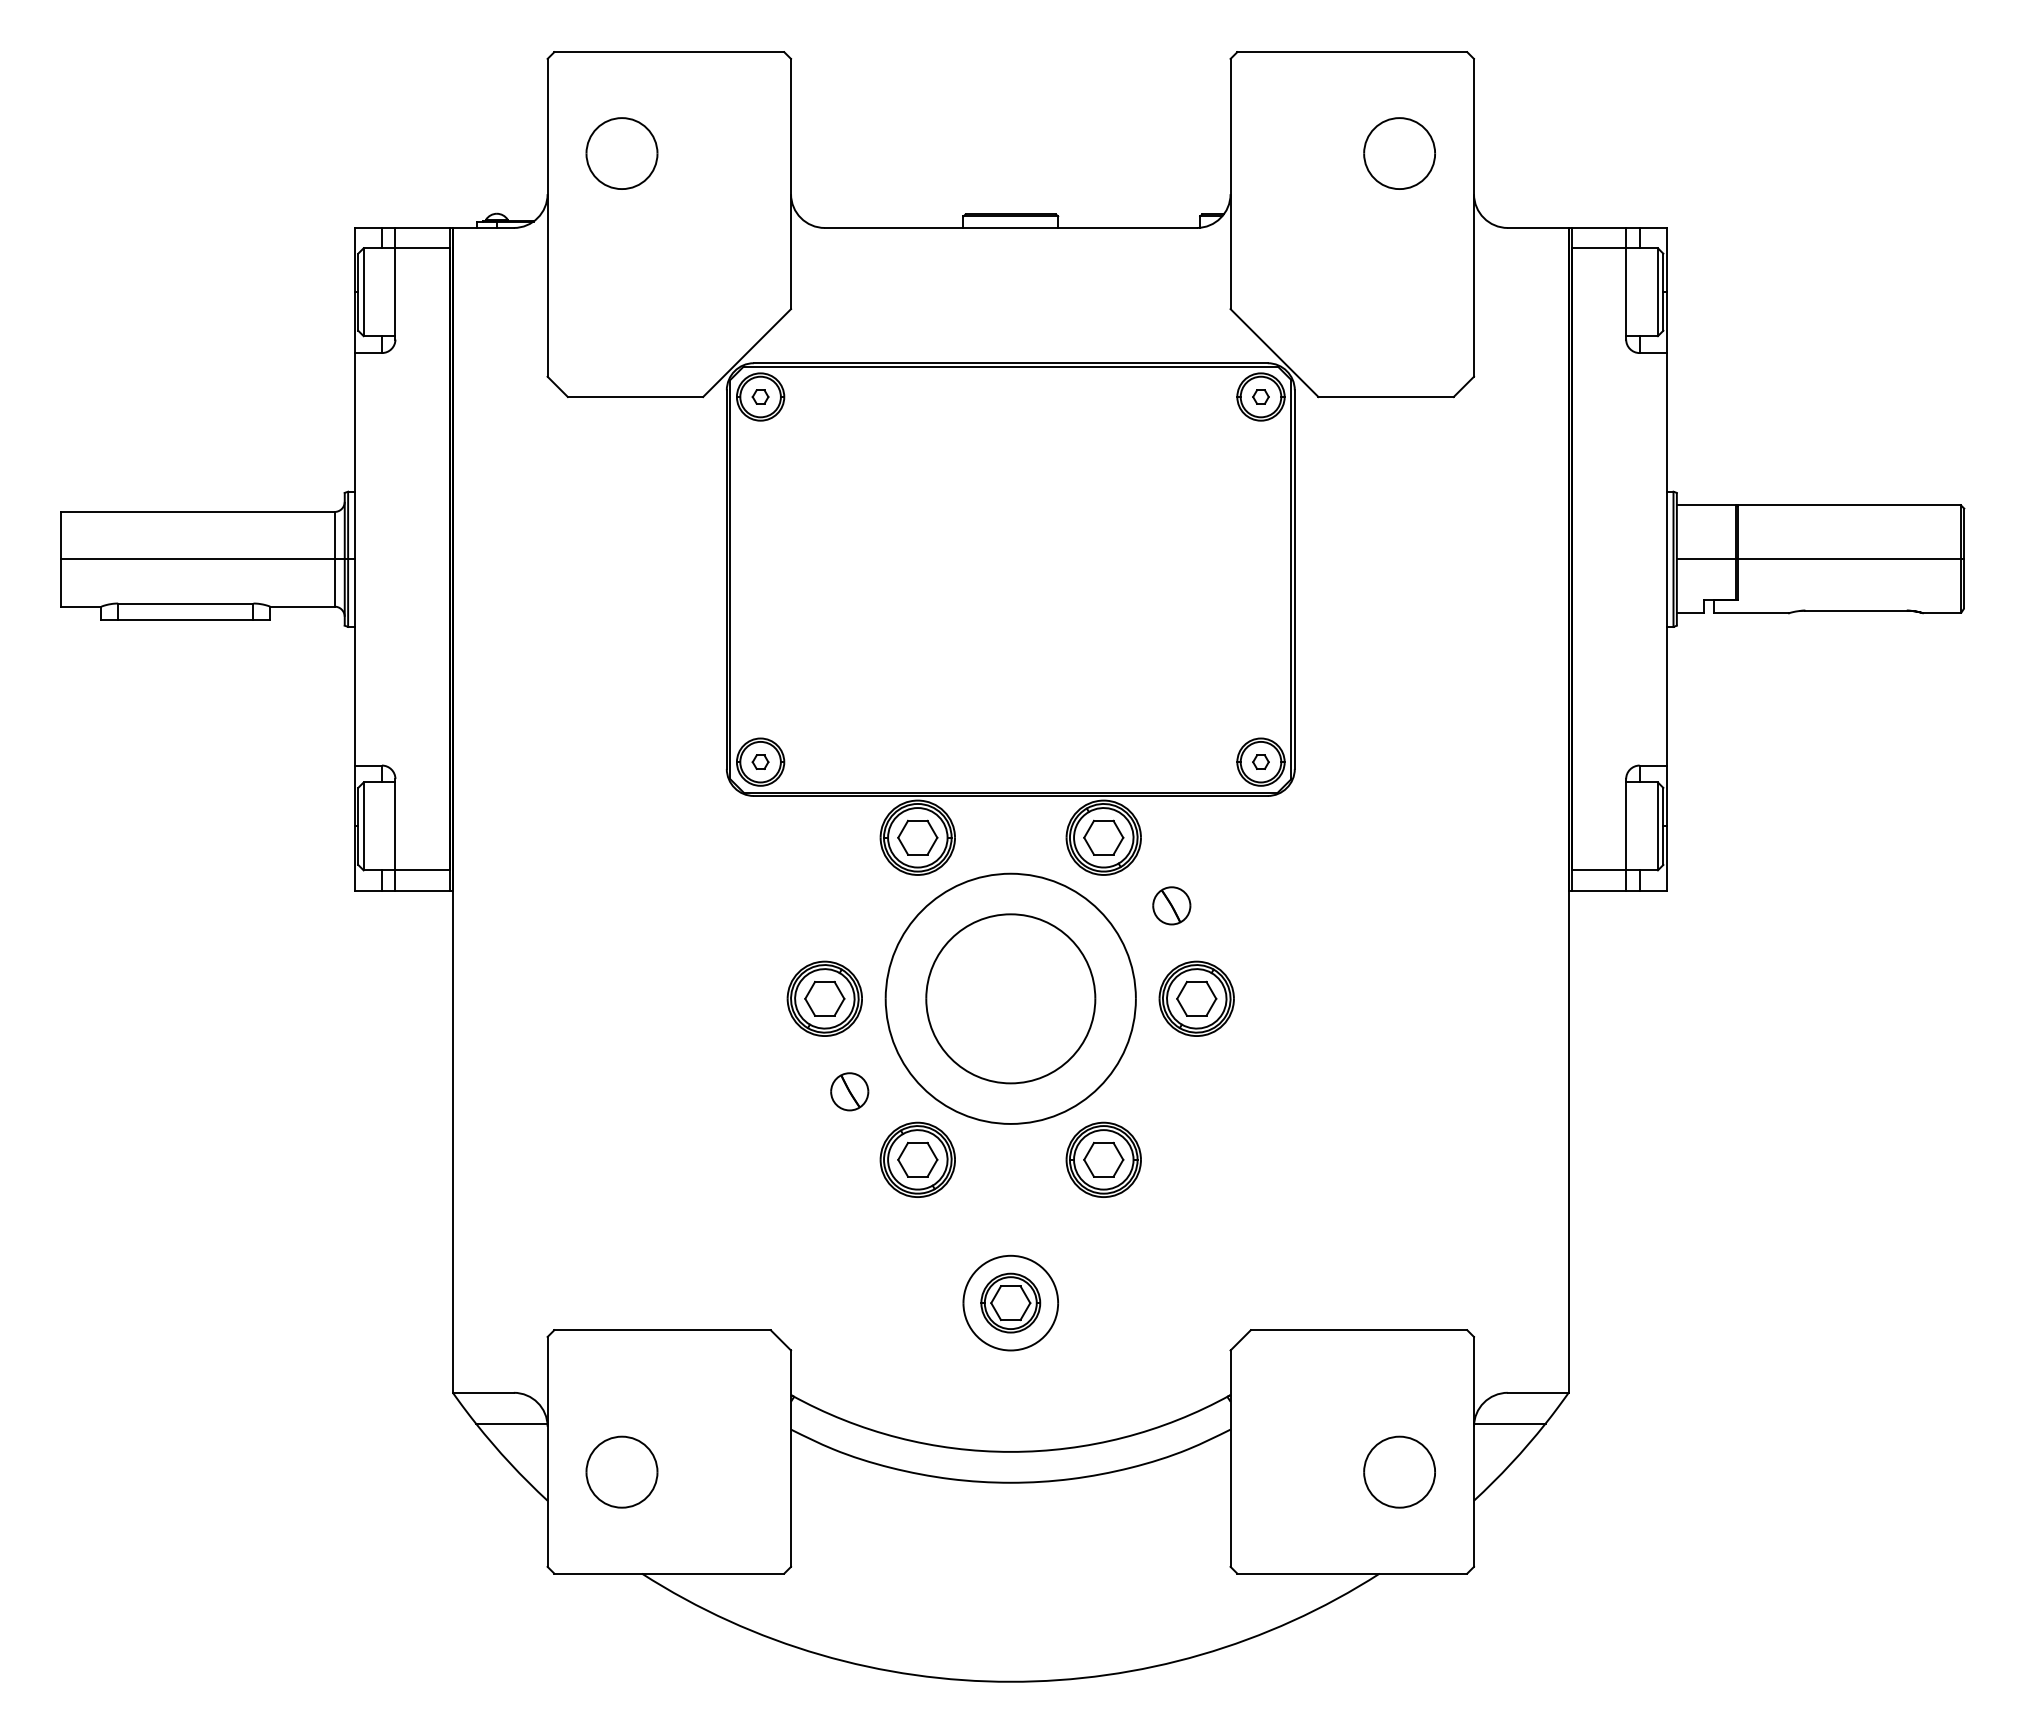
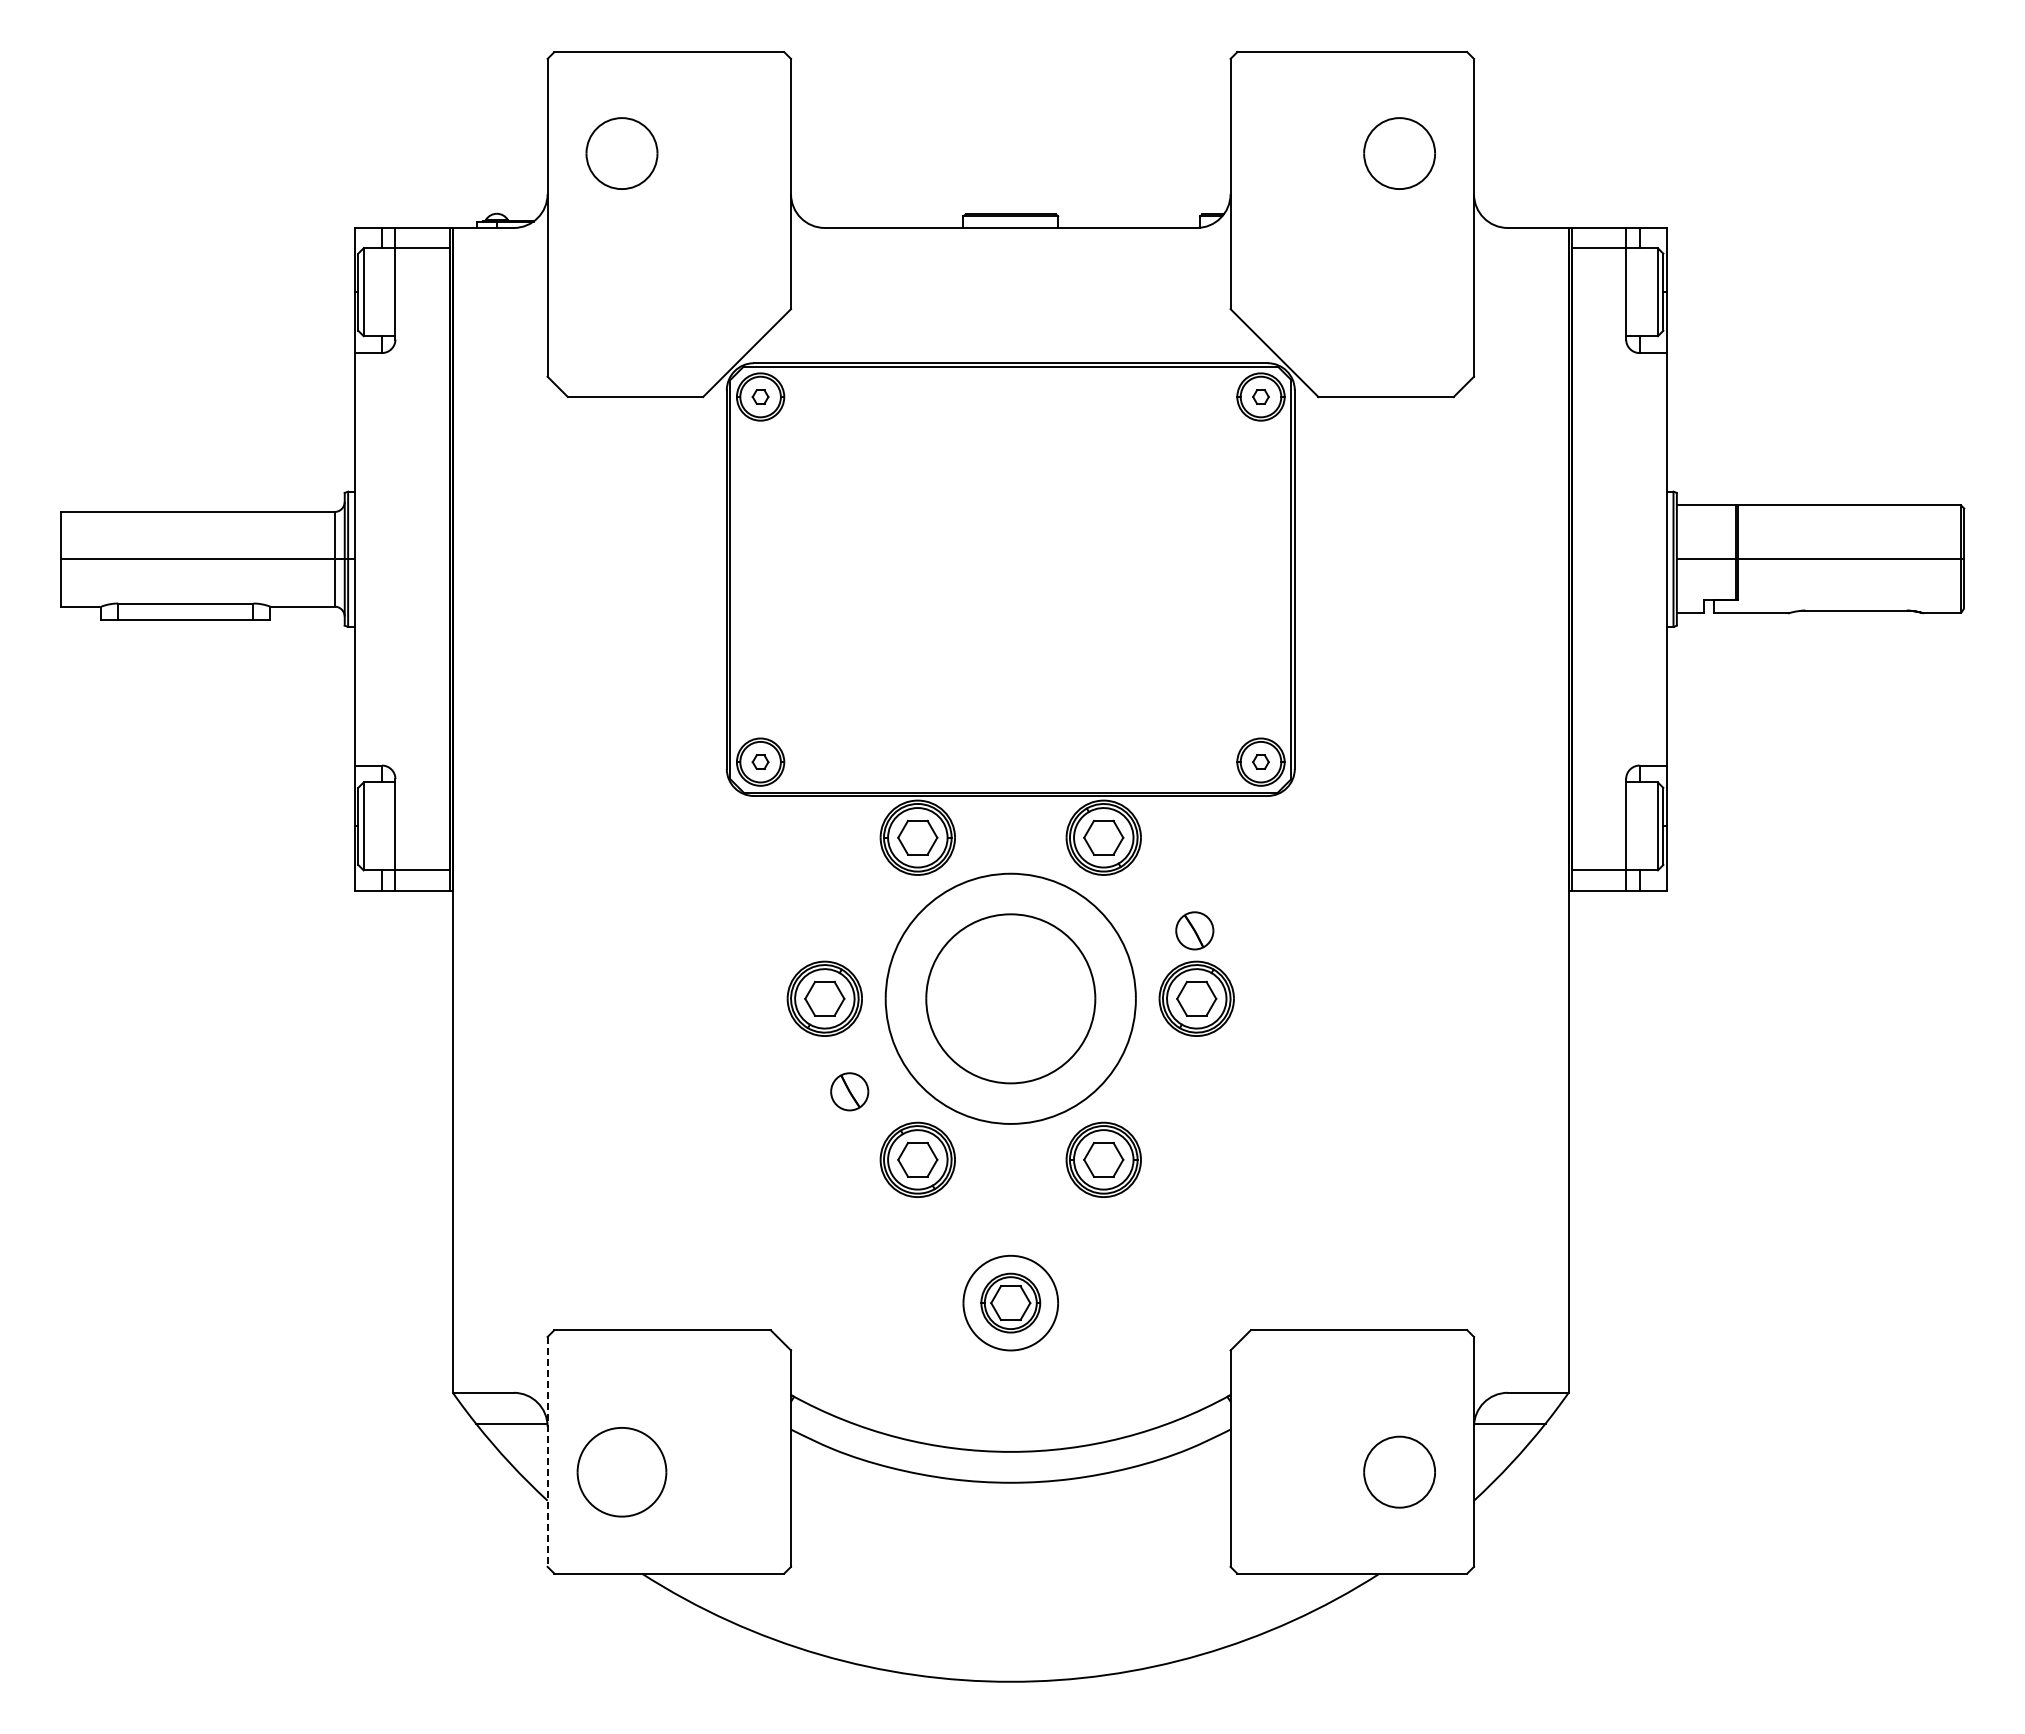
part at (1171, 905) position: (1171, 905) -> (1194, 930)
line at (547, 1451): solid -> dashed
part at (621, 1471) size: 74x74 px -> 92x91 px
